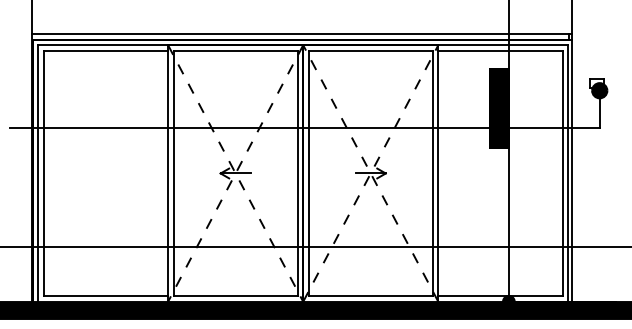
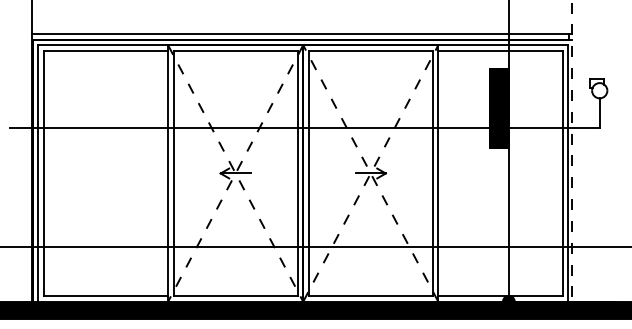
fill at (599, 90): present -> none
line at (572, 150): solid -> dashed
